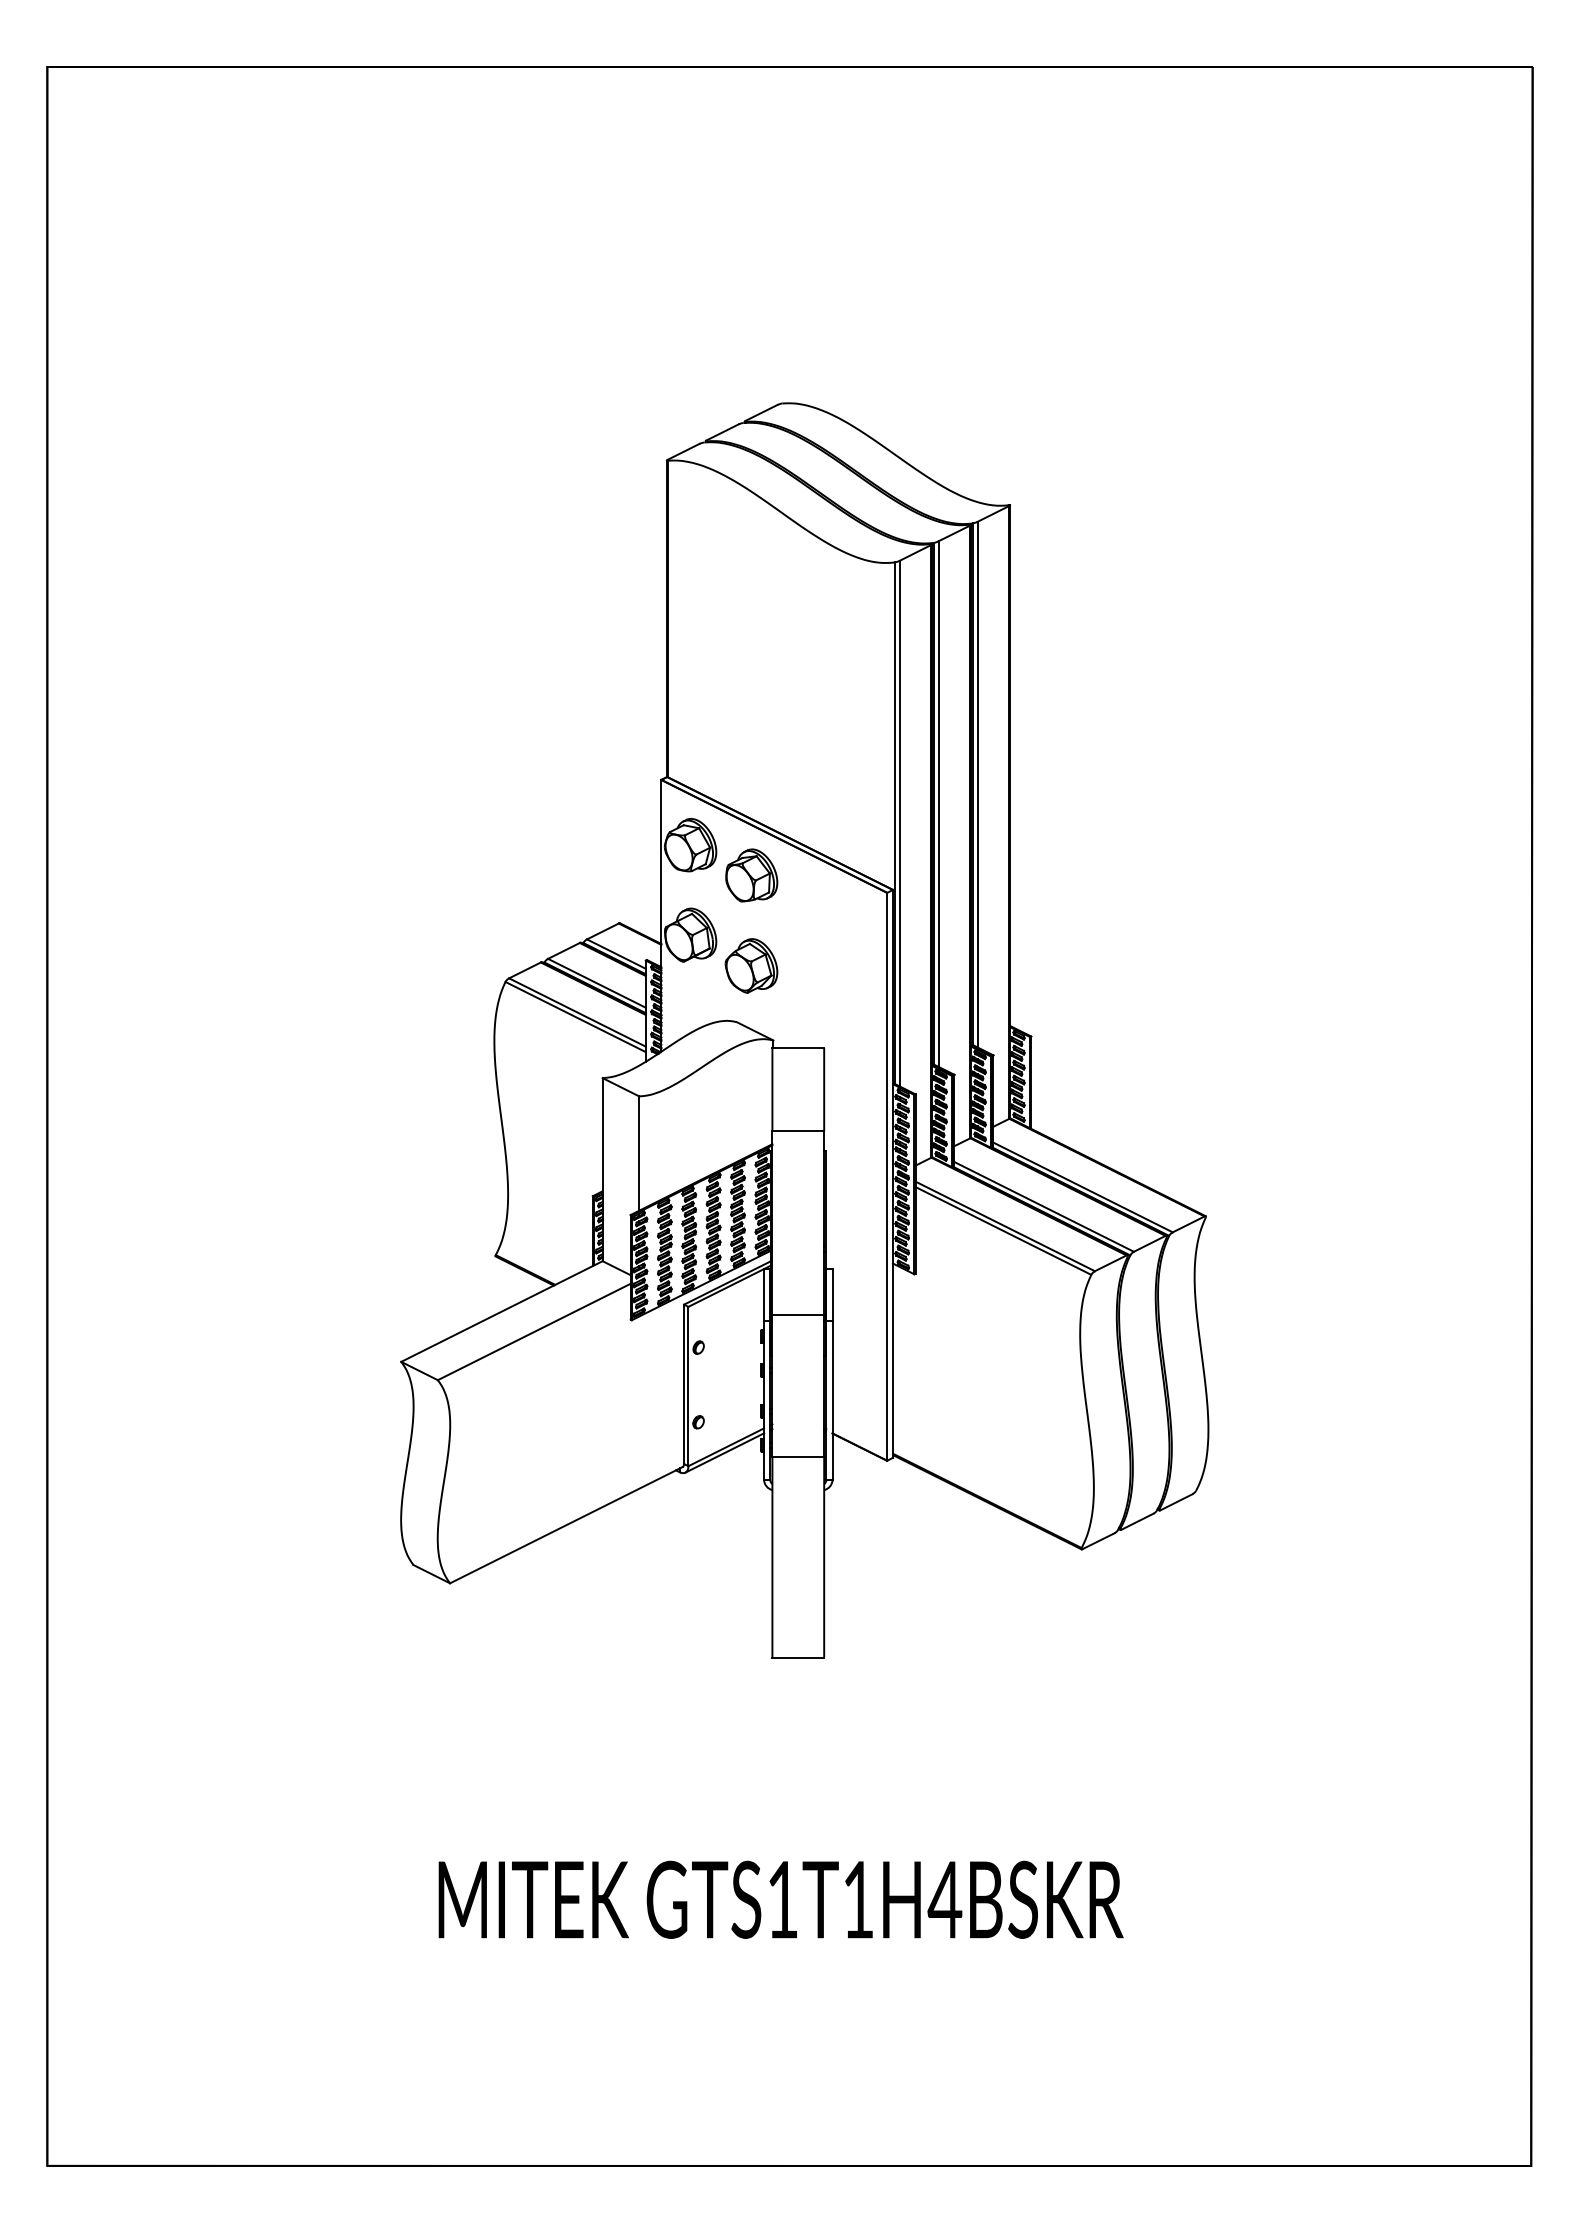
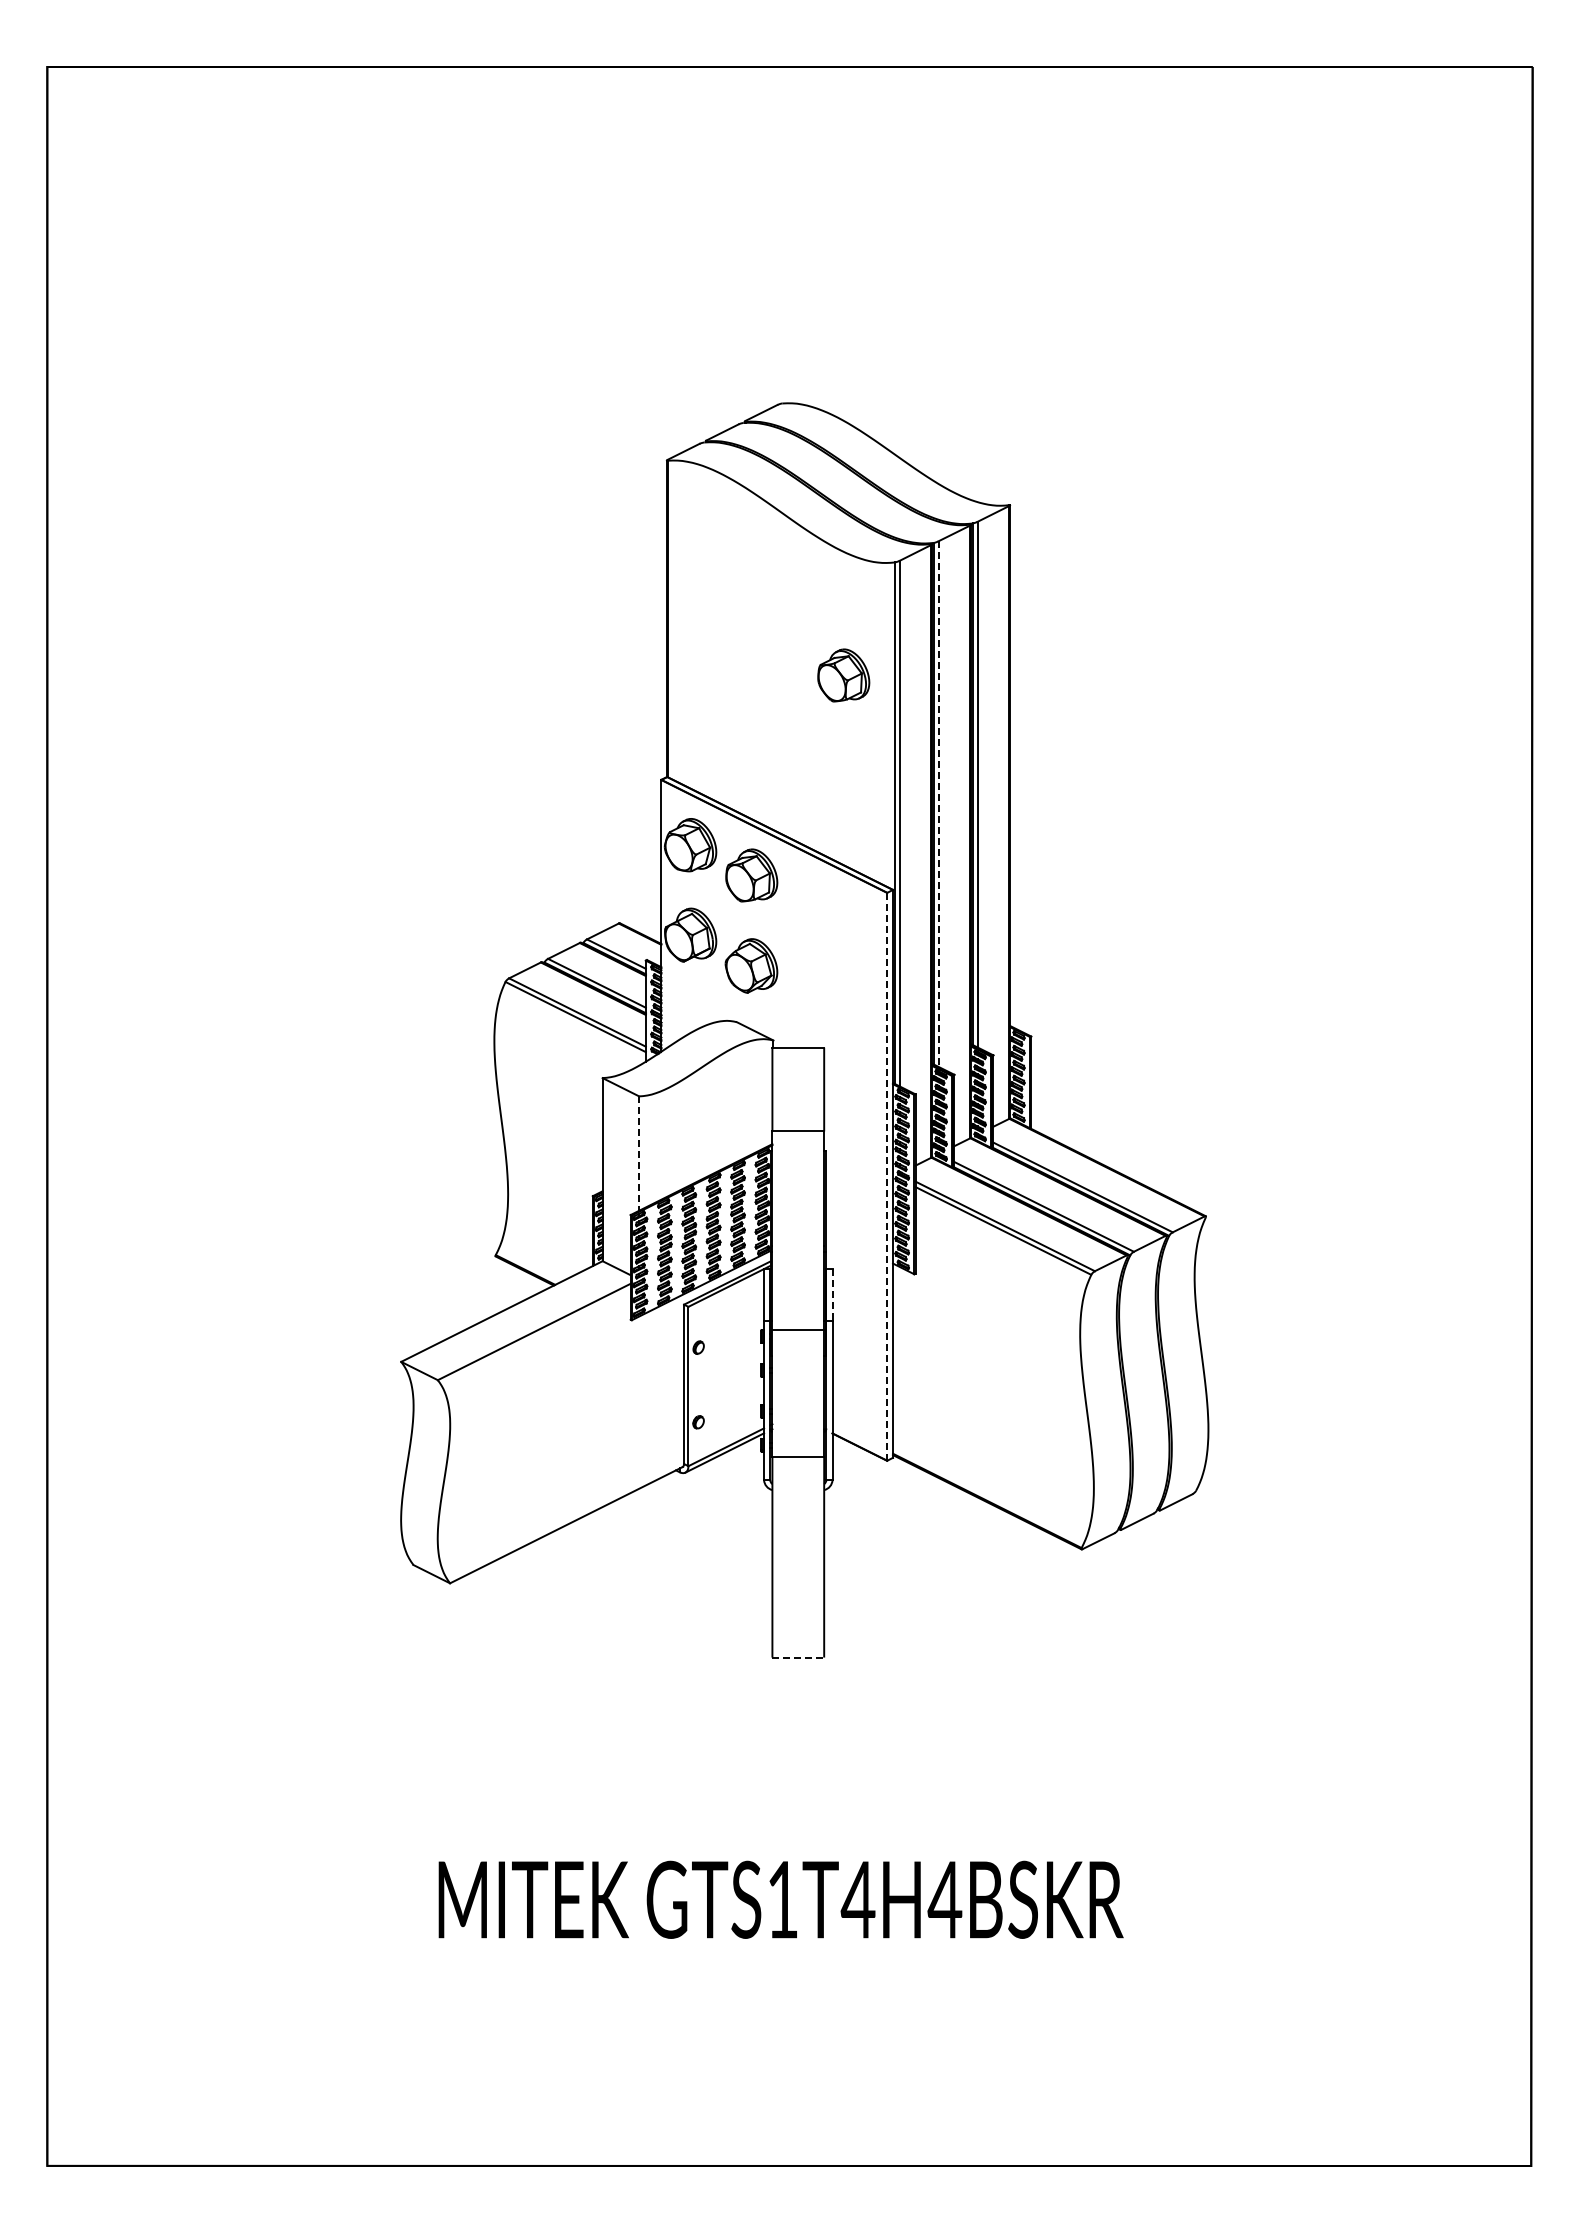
part at (843, 675): none -> present
line at (938, 804): solid -> dashed
line at (639, 1154): solid -> dashed
line at (887, 1176): solid -> dashed
line at (832, 1294): solid -> dashed
line at (798, 1314) position: (798, 1314) -> (798, 1329)
line at (798, 1657): solid -> dashed
text at (857, 1899): GTS1T1H4BSKR -> GTS1T4H4BSKR
